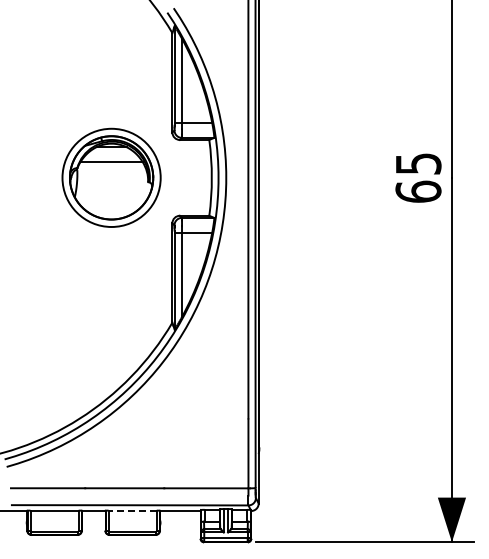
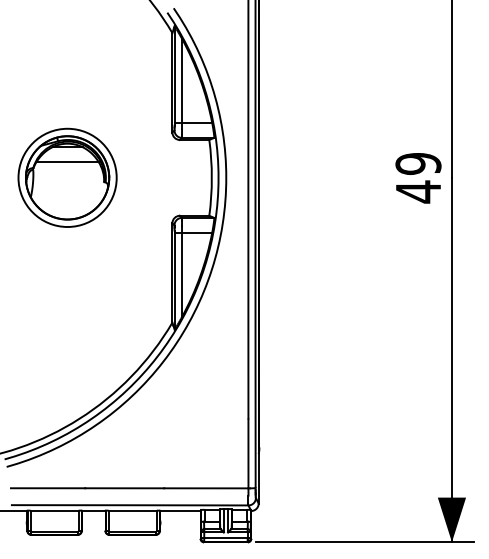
part at (111, 177) position: (111, 177) -> (67, 177)
text at (418, 178): 65 -> 49
line at (132, 510): dashed -> solid
